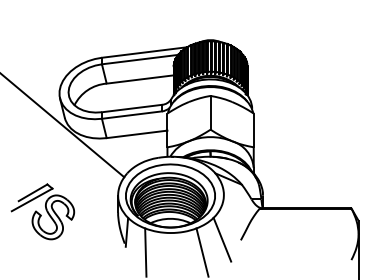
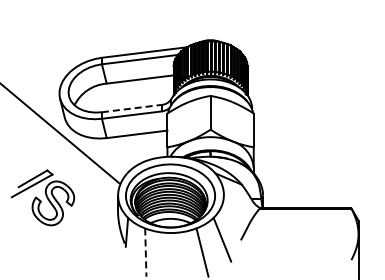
line at (132, 108): solid -> dashed
line at (63, 126) position: (63, 126) -> (60, 134)
part at (42, 211) position: (42, 211) -> (42, 197)
line at (145, 253): solid -> dashed
